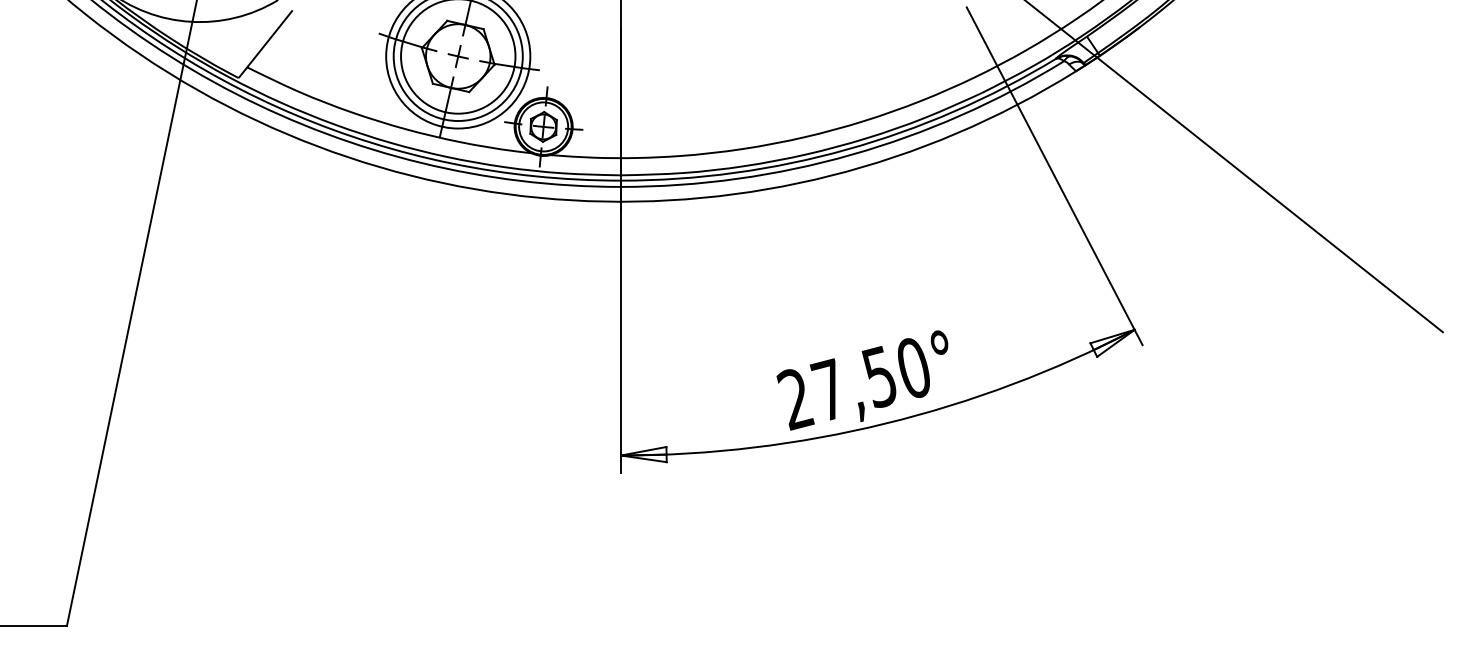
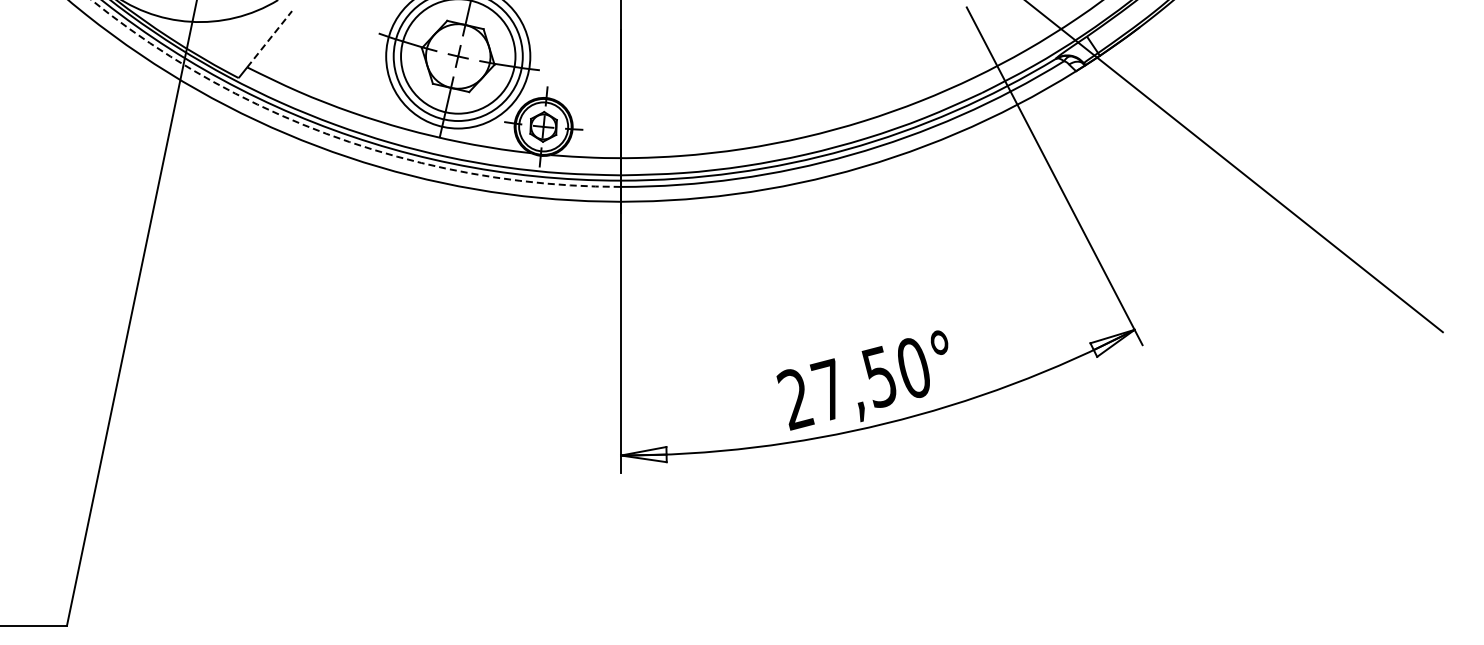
line at (269, 39): solid -> dashed
arc at (342, 139): solid -> dashed
